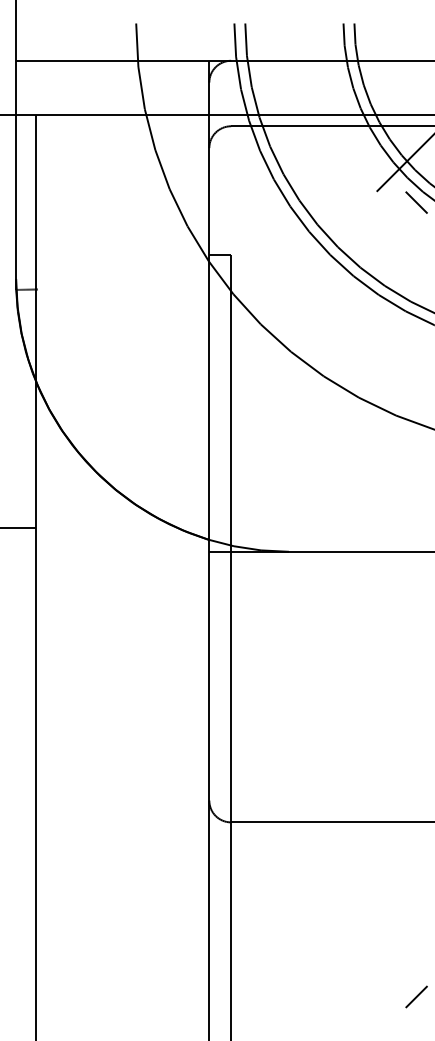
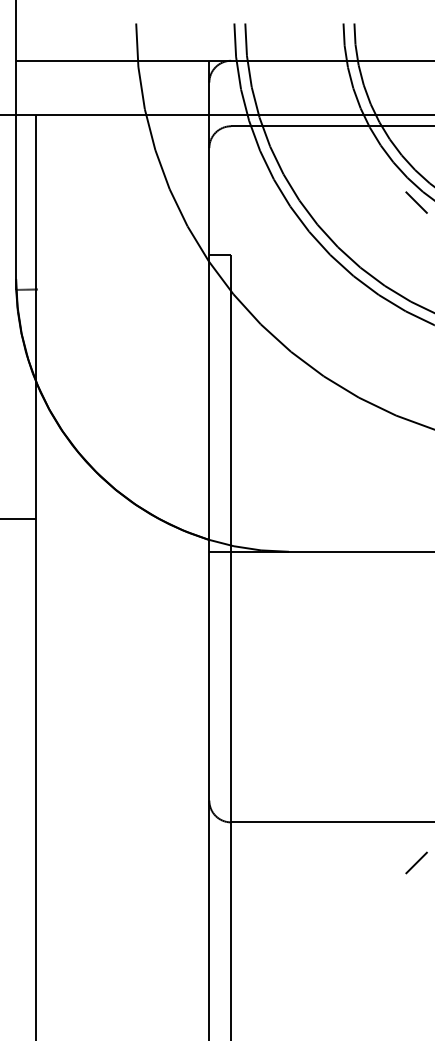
line at (403, 163): present -> none
line at (18, 527) position: (18, 527) -> (18, 518)
line at (416, 996) position: (416, 996) -> (416, 862)
